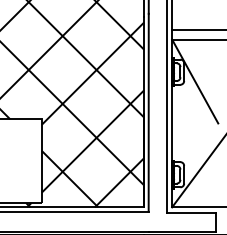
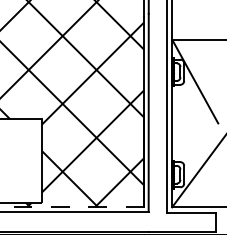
line at (197, 30): present -> none
line at (72, 207): solid -> dashed
